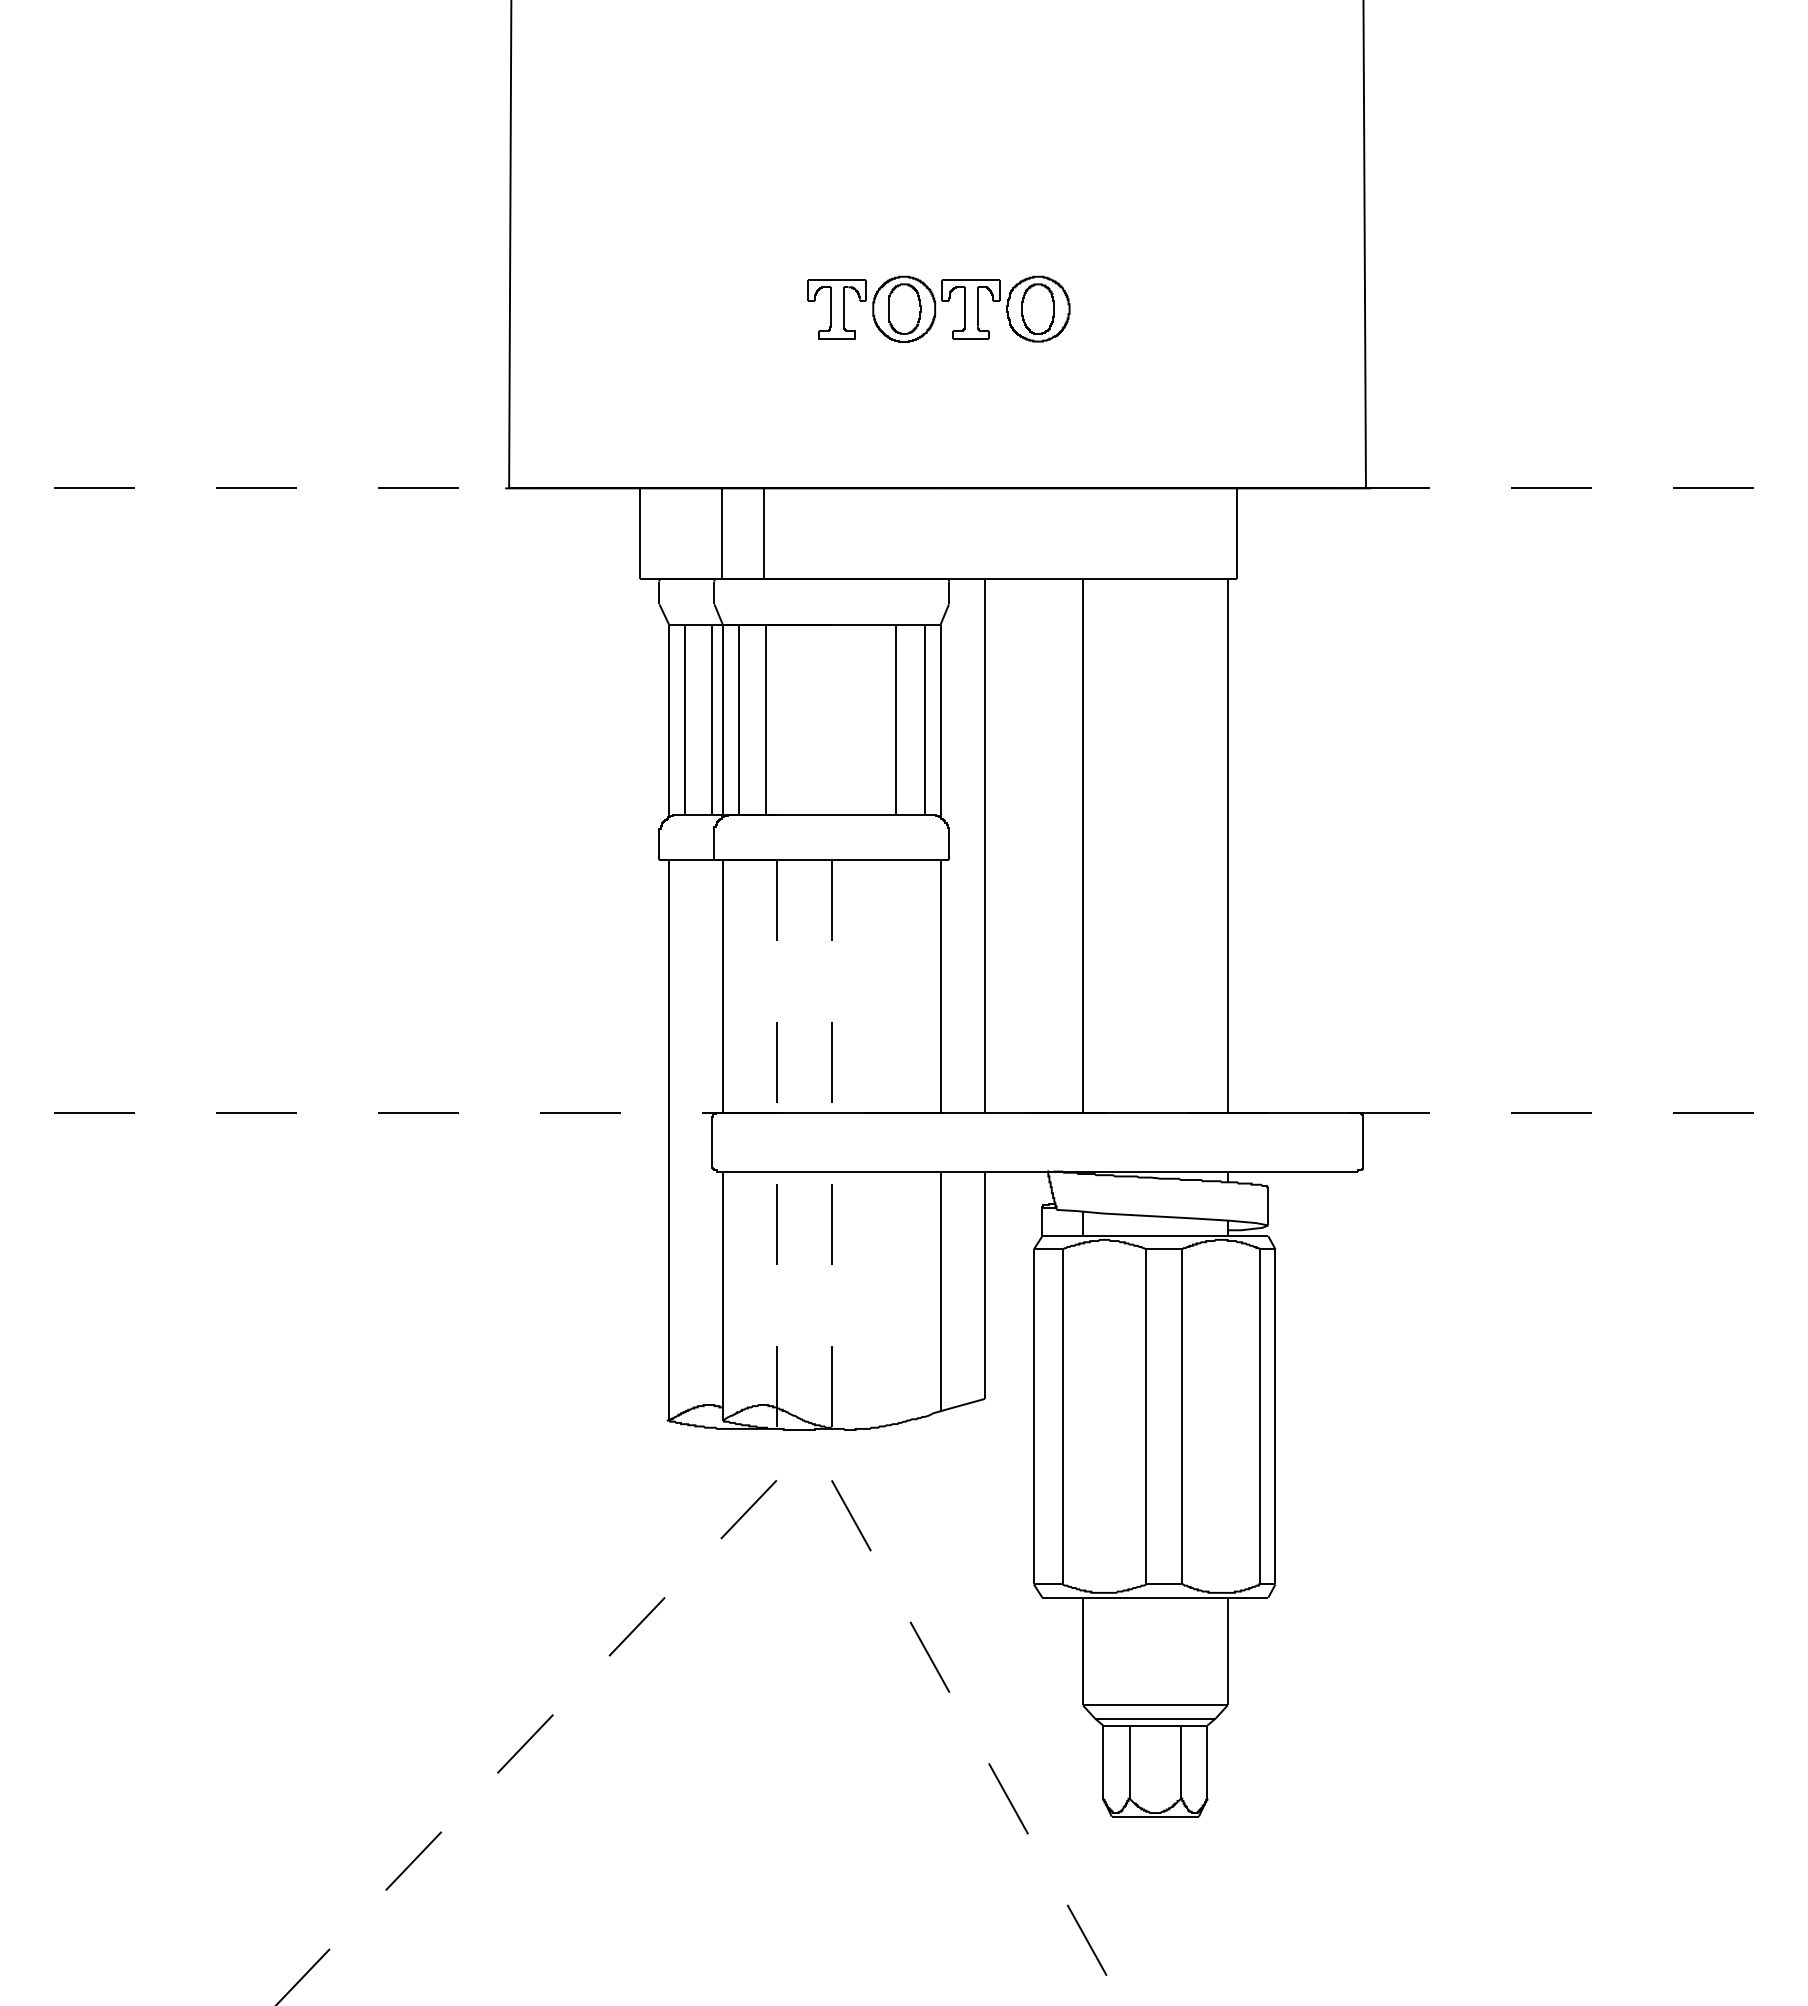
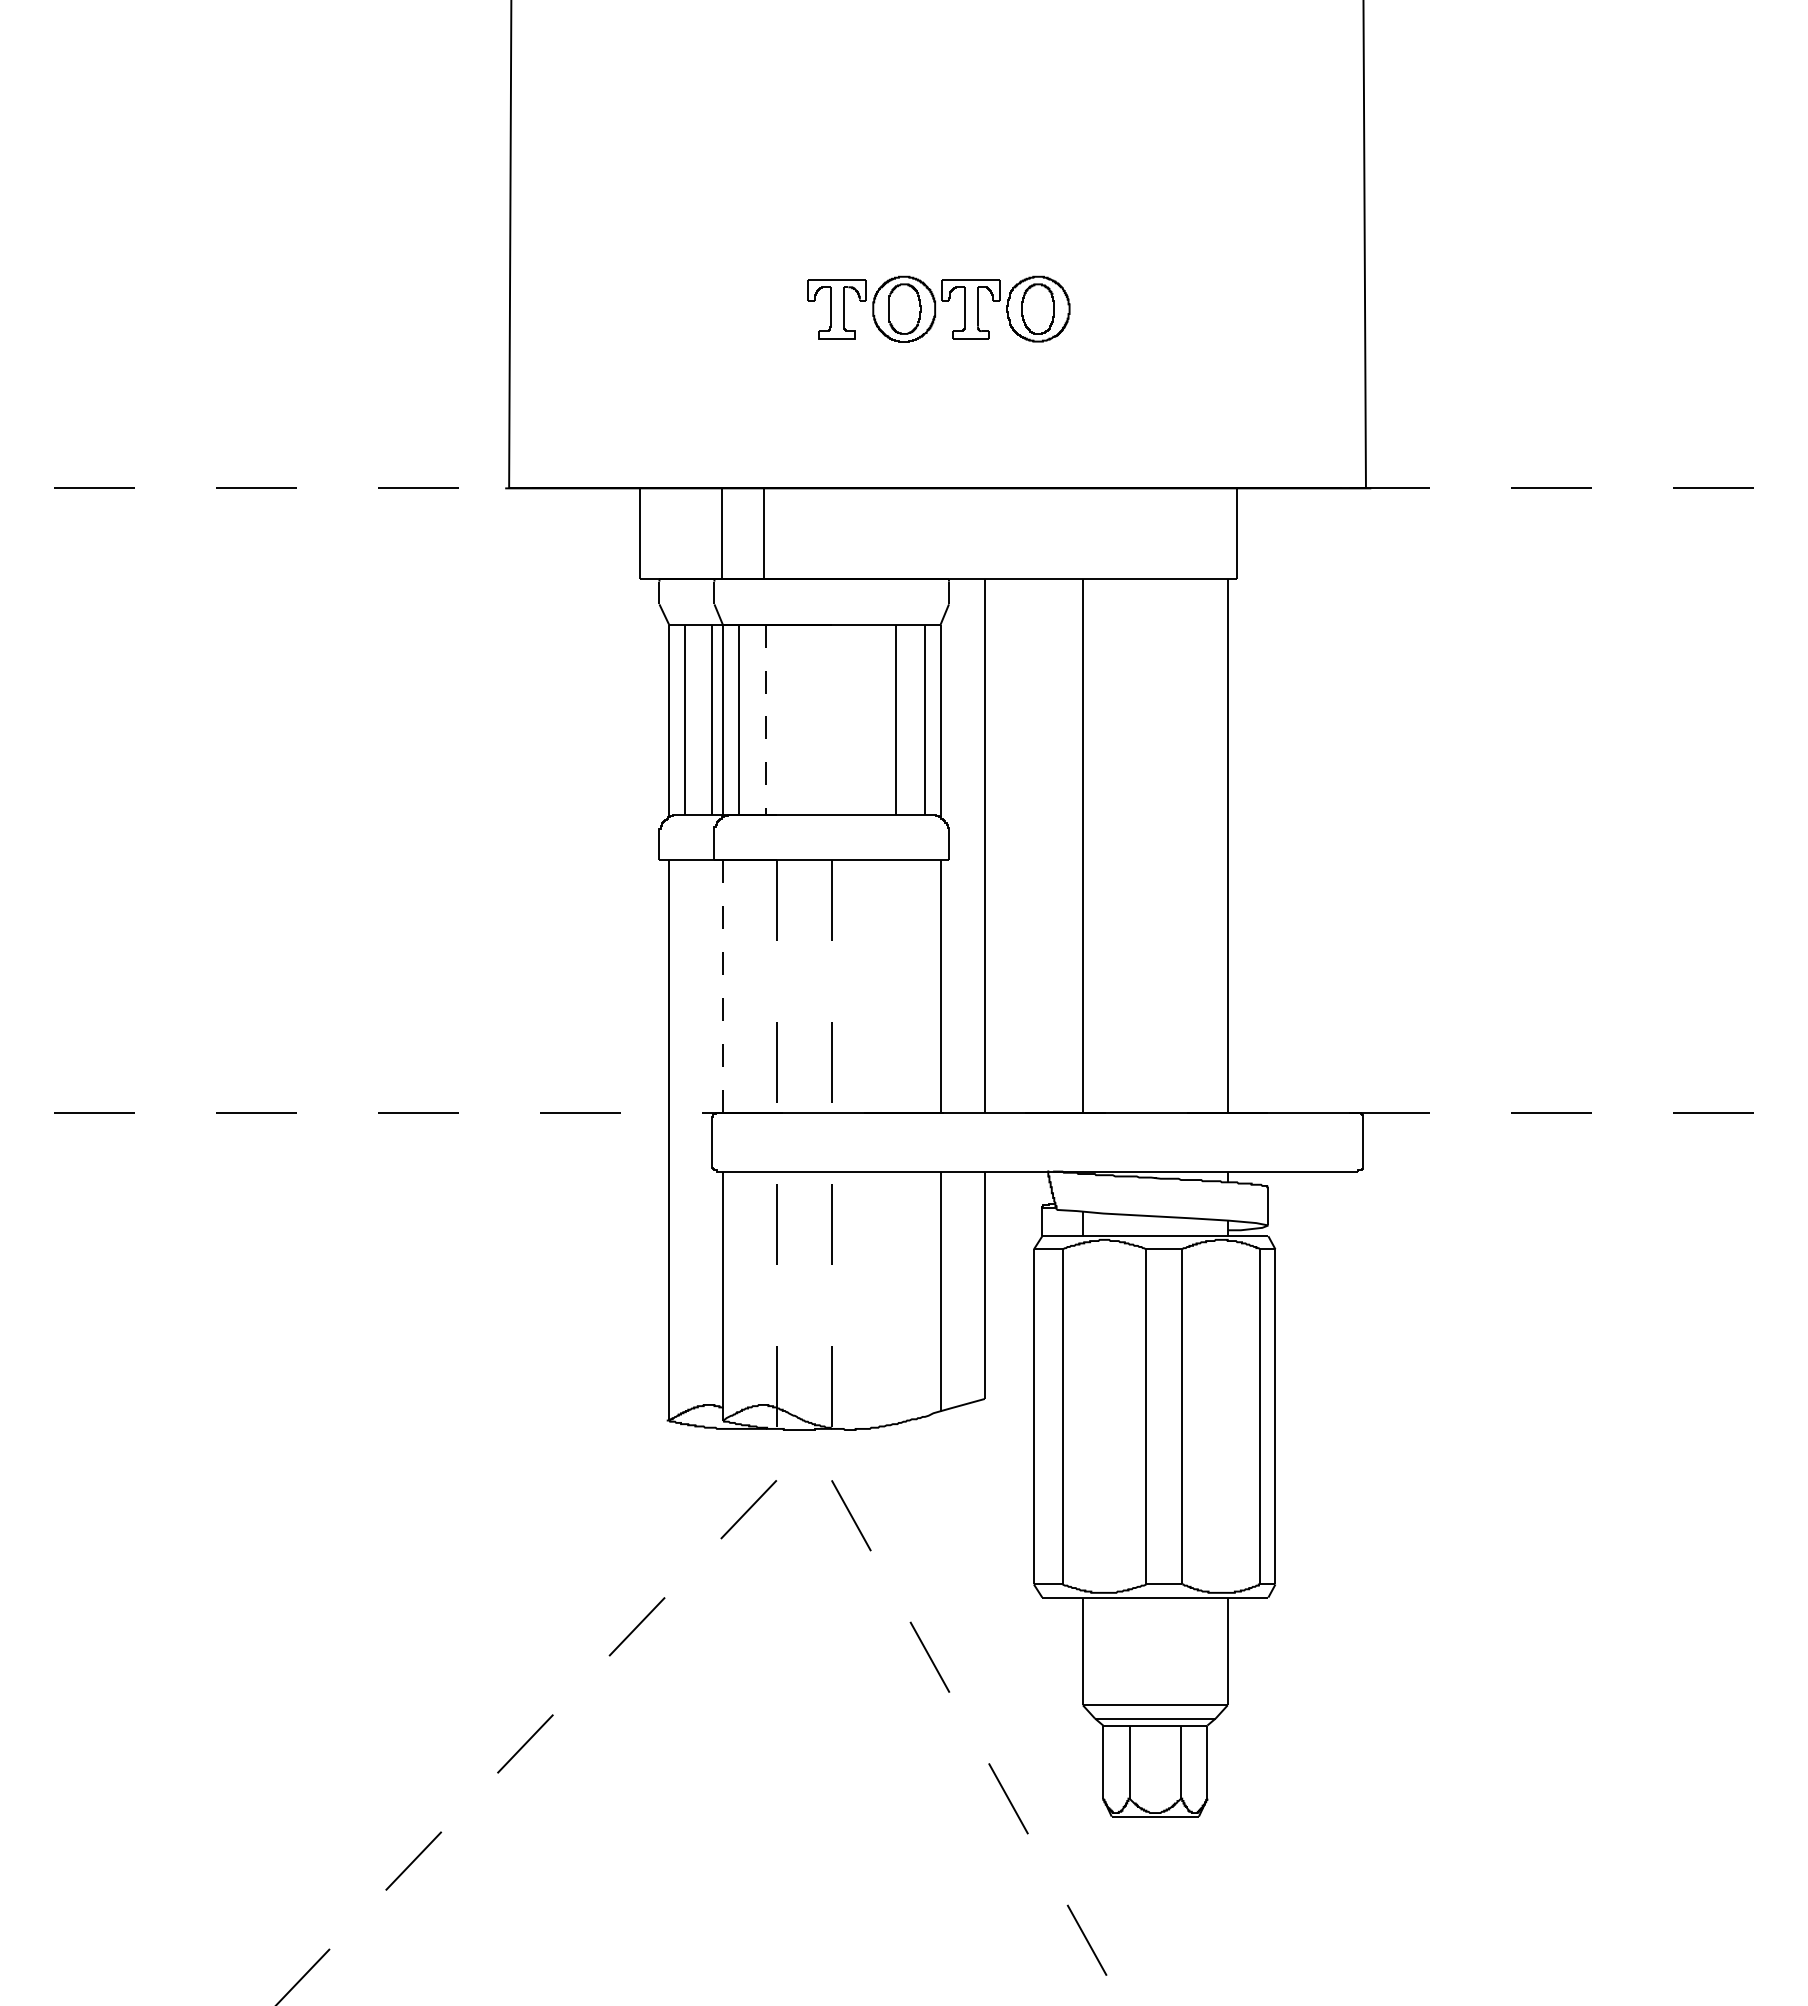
line at (766, 720): solid -> dashed
line at (722, 987): solid -> dashed
